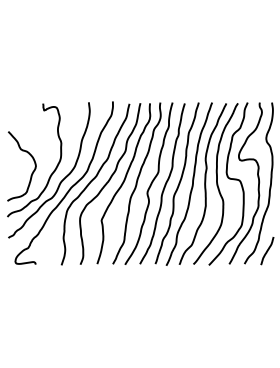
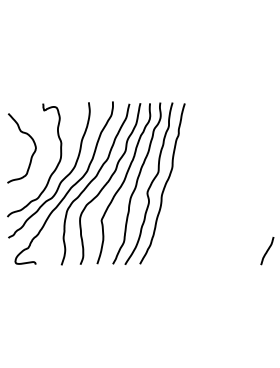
curve at (32, 171) position: (32, 171) -> (32, 153)
part at (213, 183): present -> none
